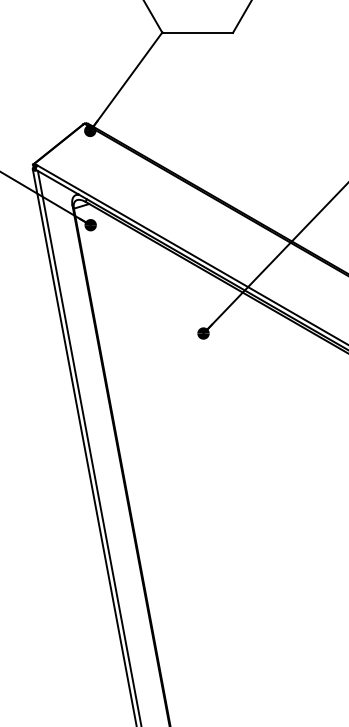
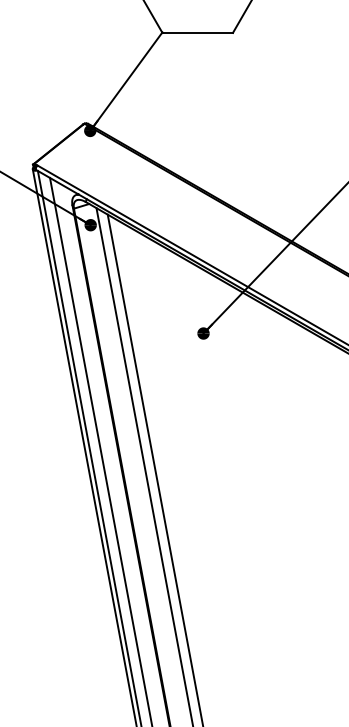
line at (100, 450): none -> present
line at (144, 465): none -> present
line at (154, 468): none -> present
